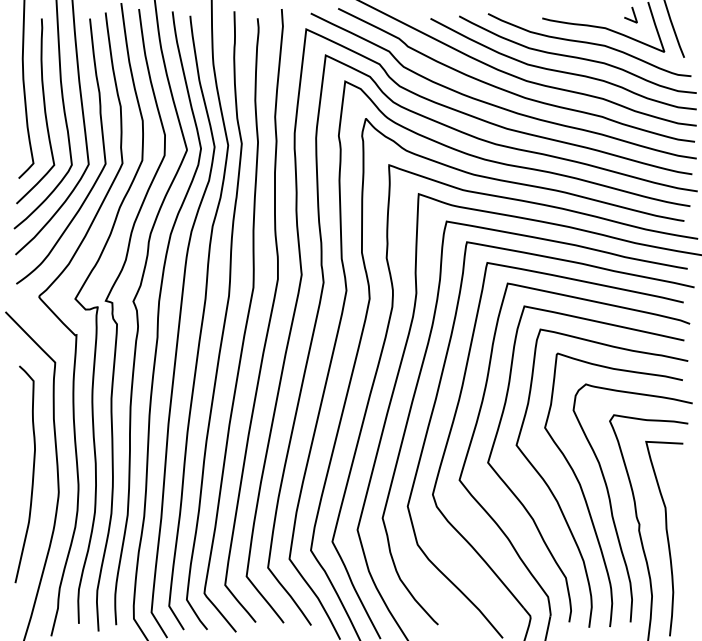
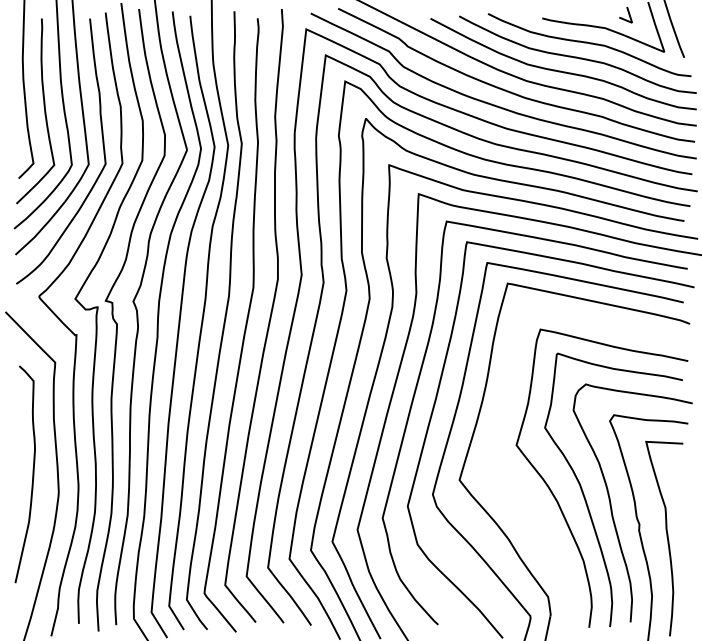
line at (632, 12) position: (632, 12) -> (627, 12)
curve at (527, 509): present -> none
